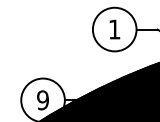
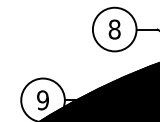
text at (114, 29): 1 -> 8
